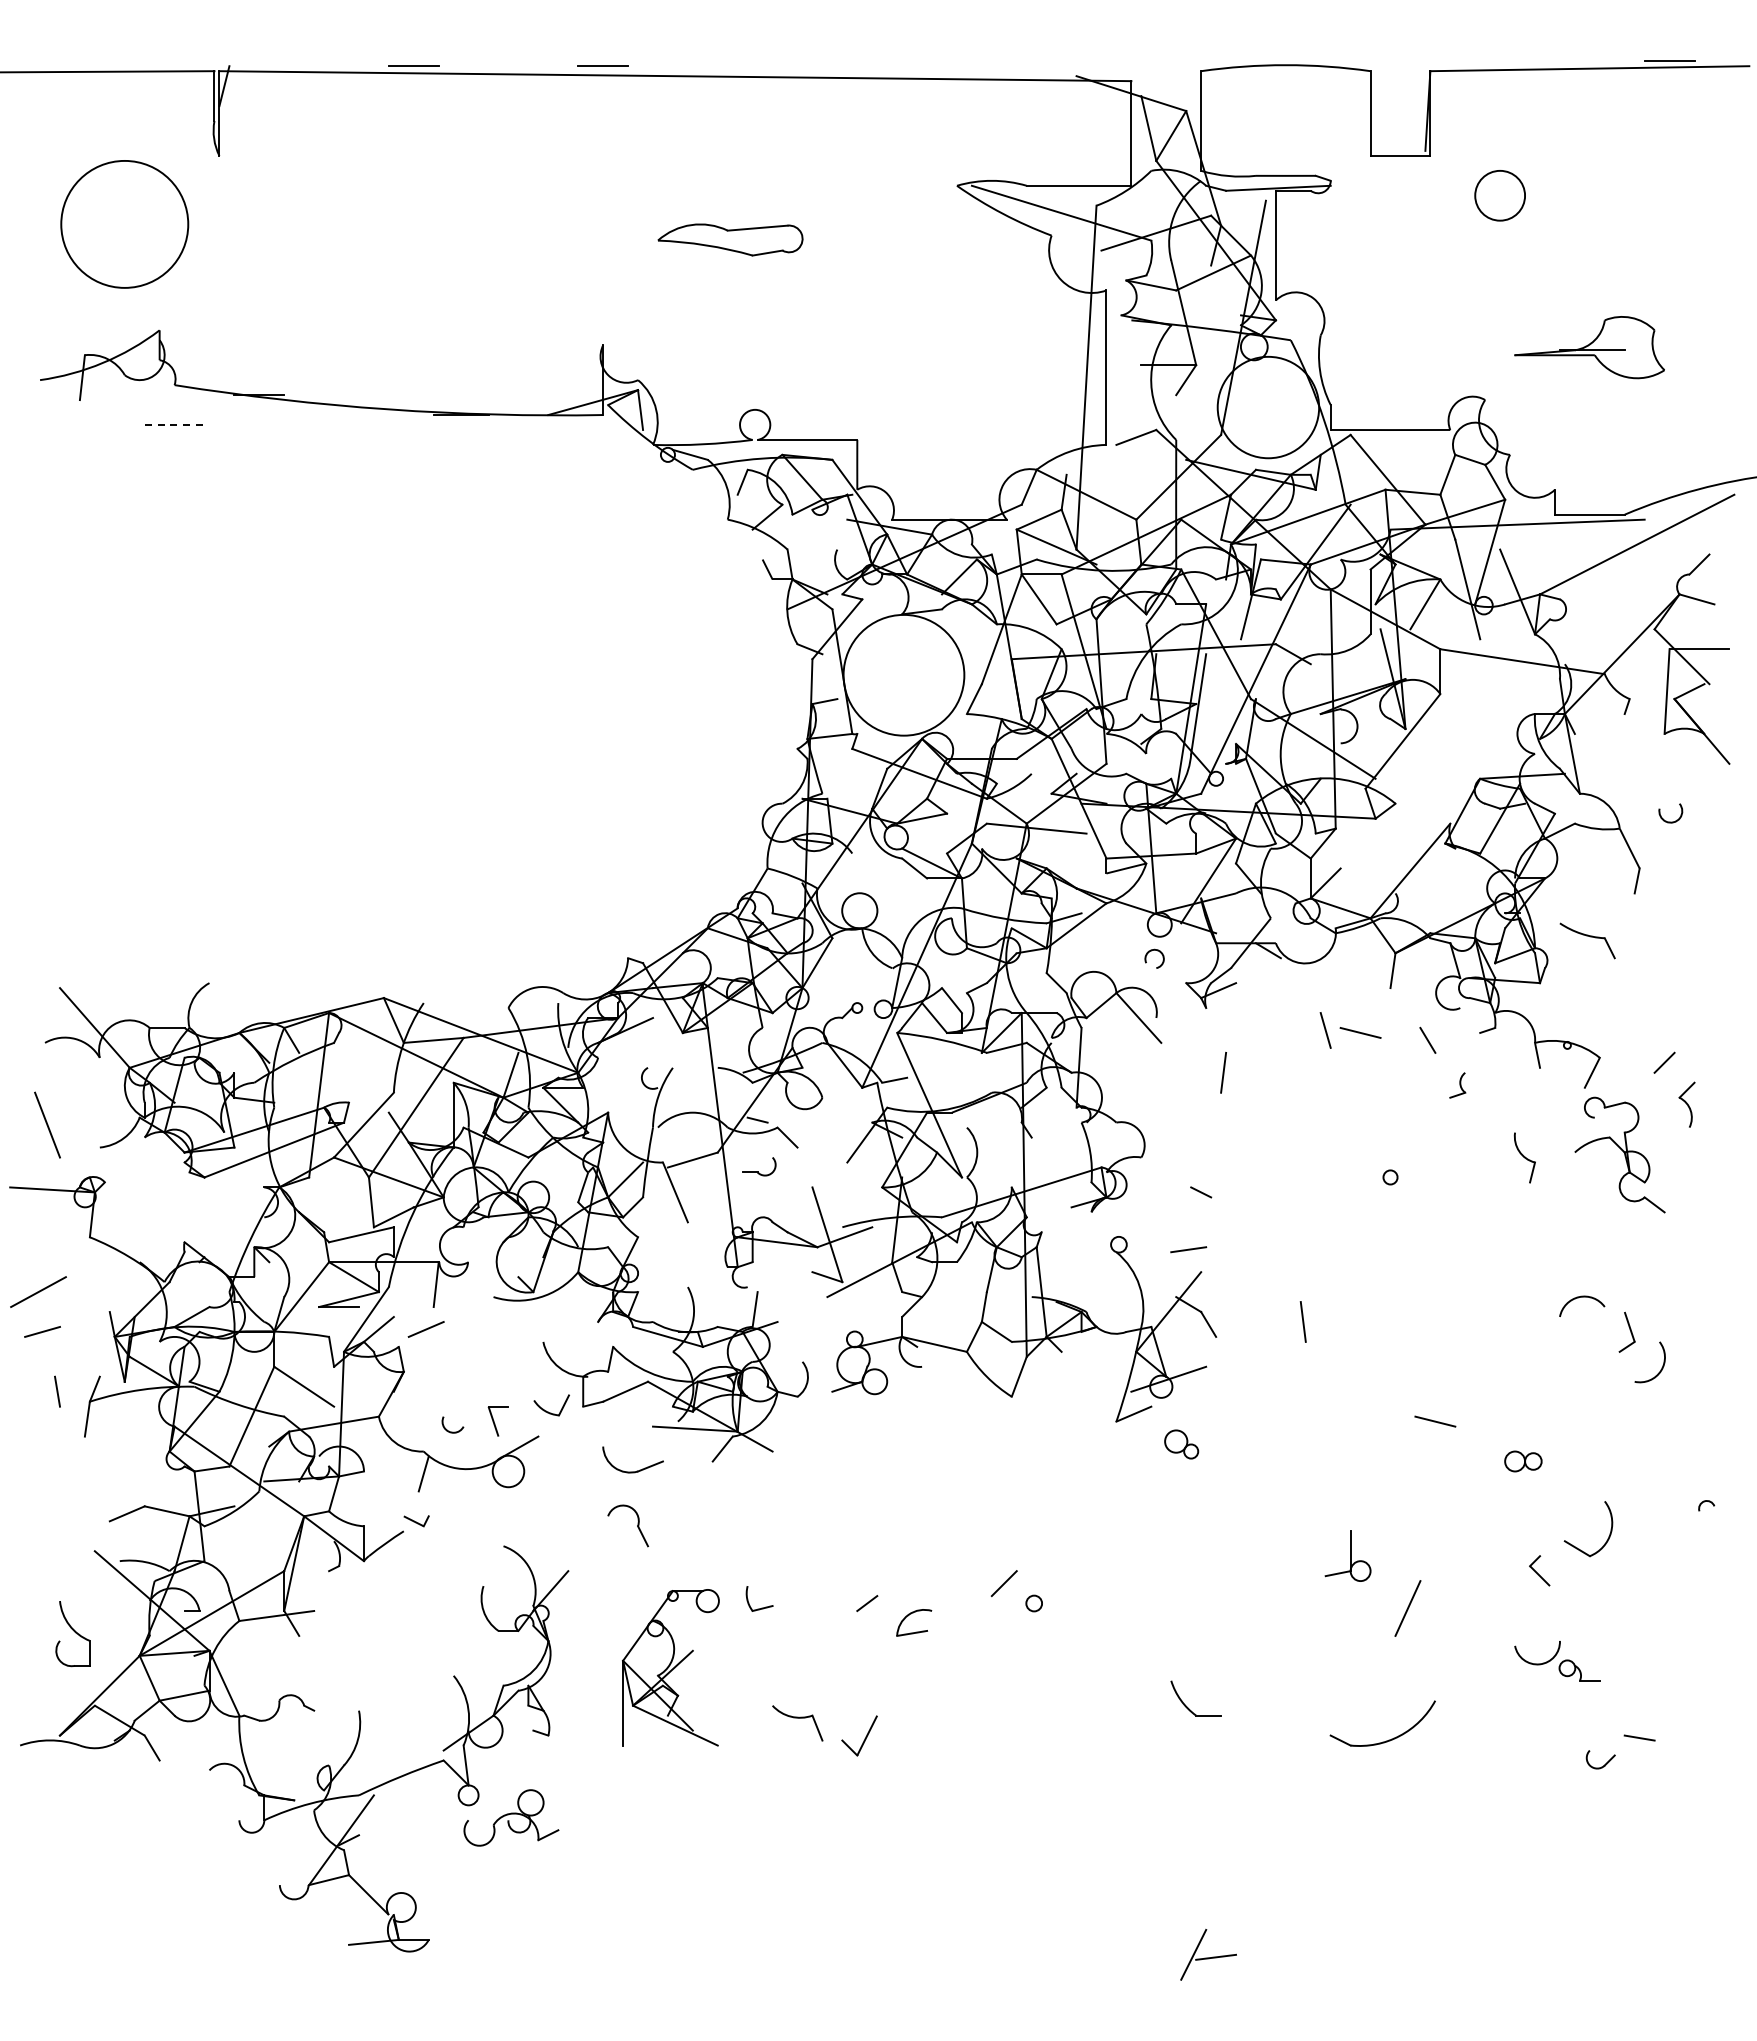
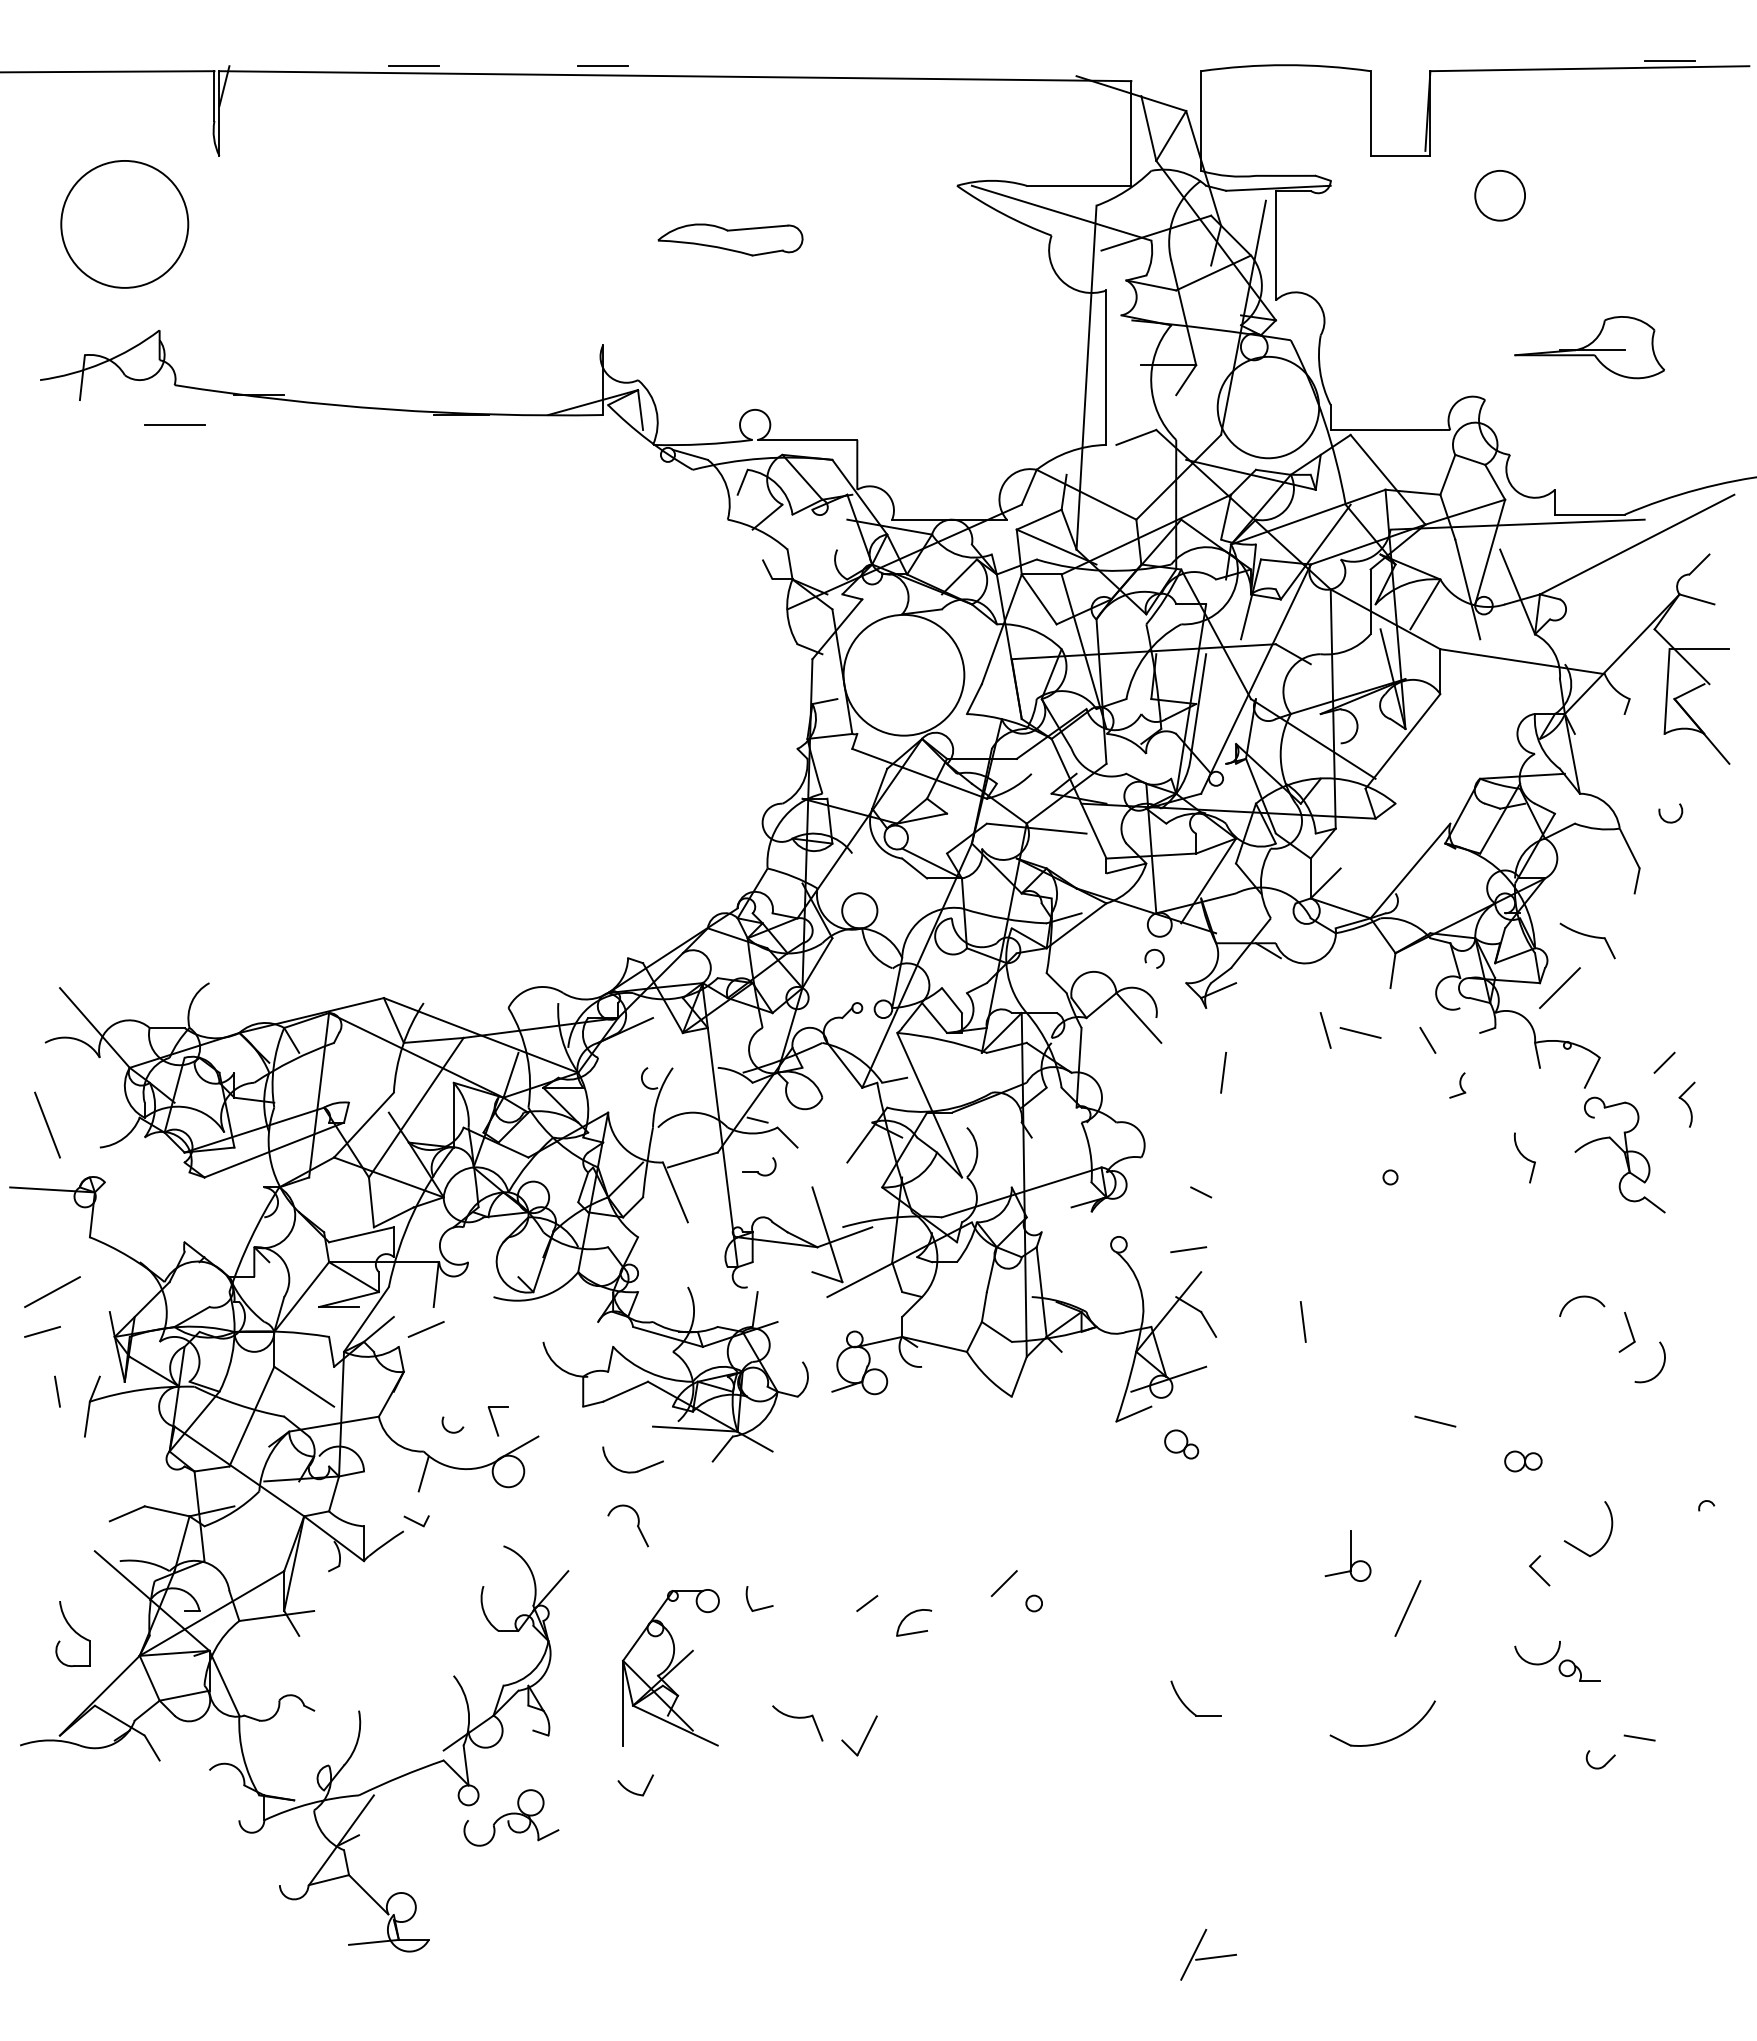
line at (174, 425): dashed -> solid
line at (1559, 988): none -> present
line at (38, 1291) position: (38, 1291) -> (52, 1291)
part at (548, 1411) position: (548, 1411) -> (632, 1791)
